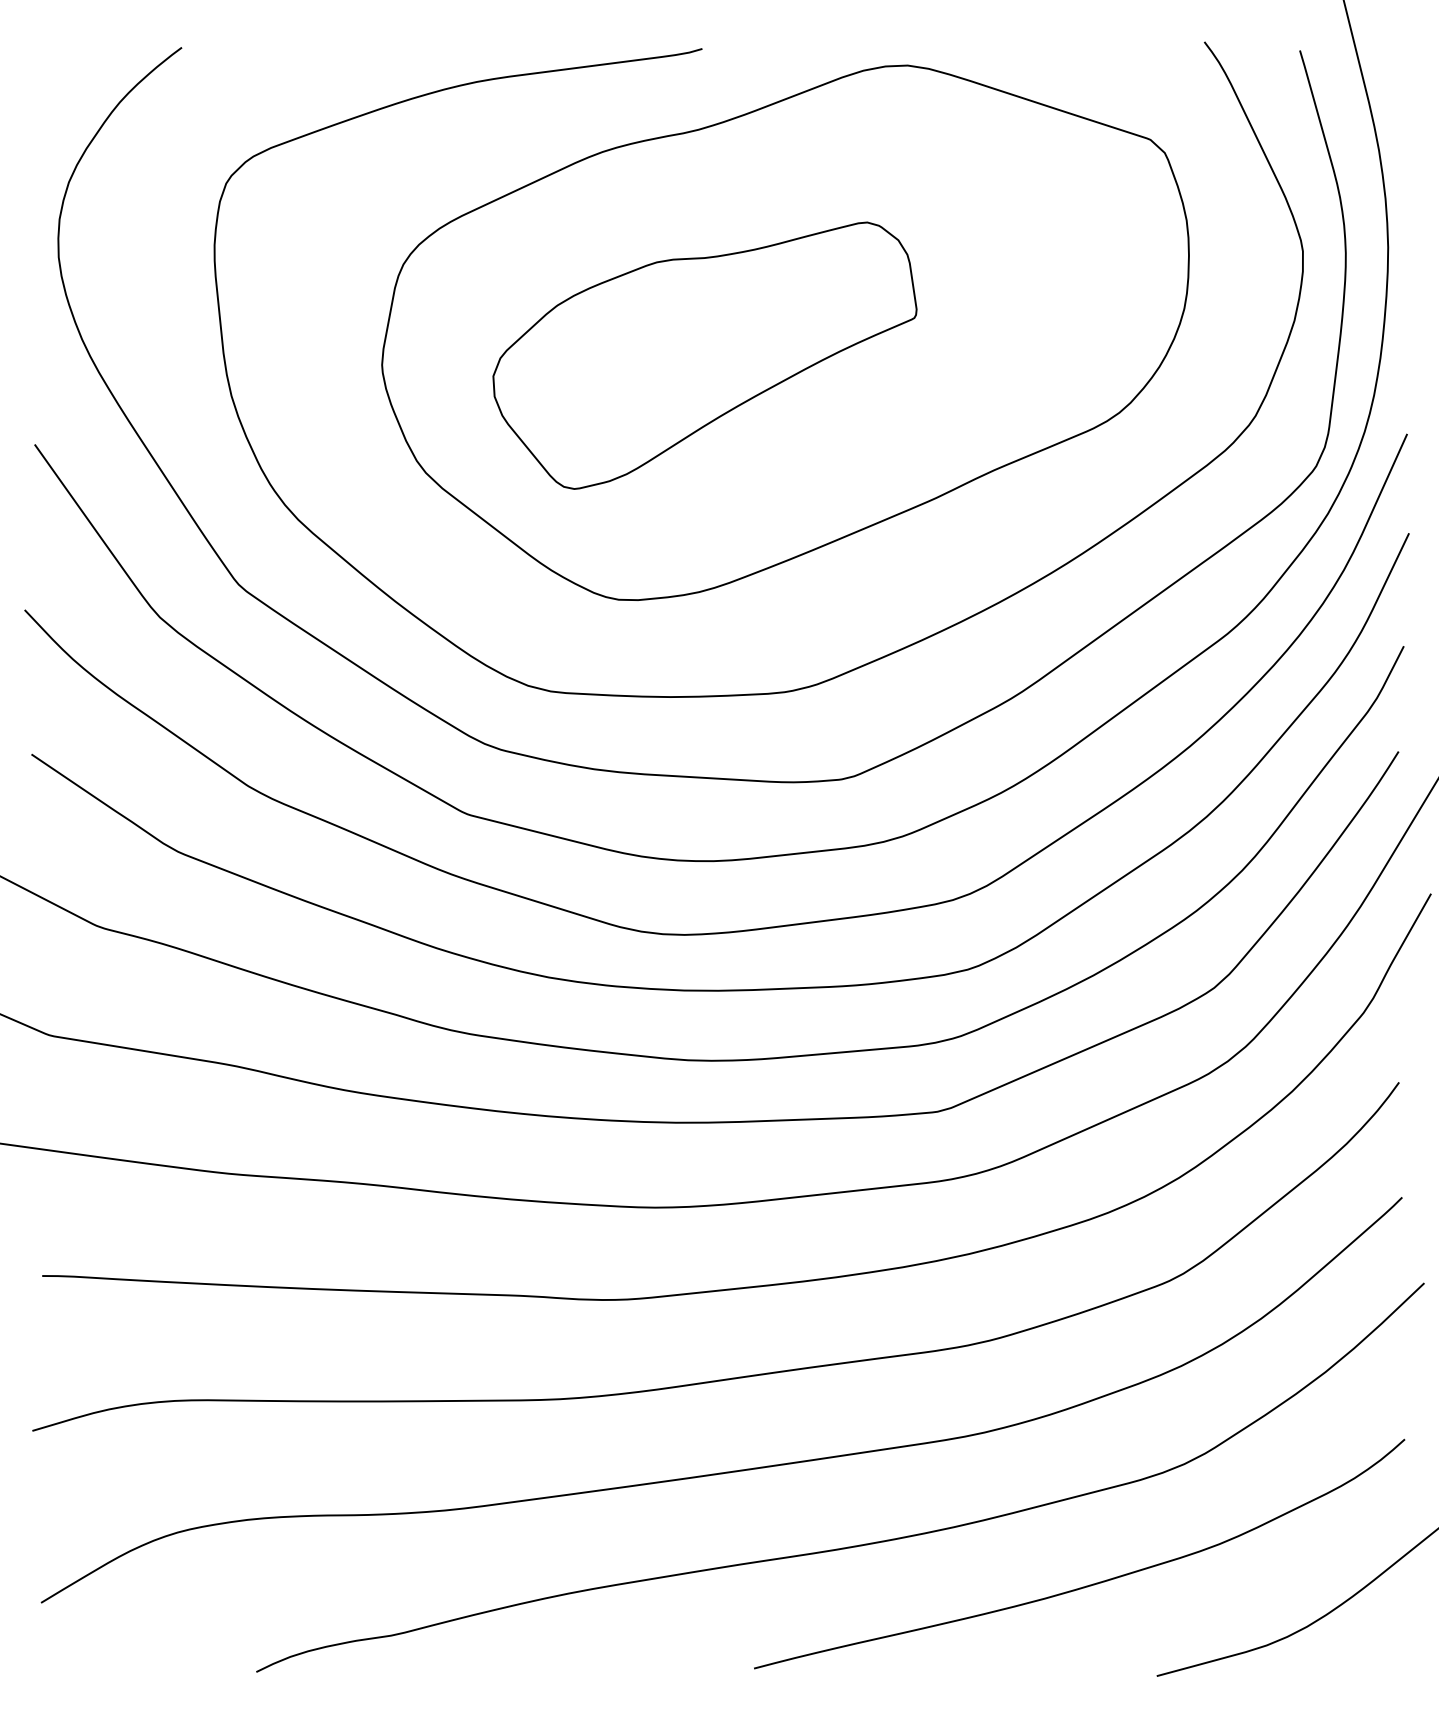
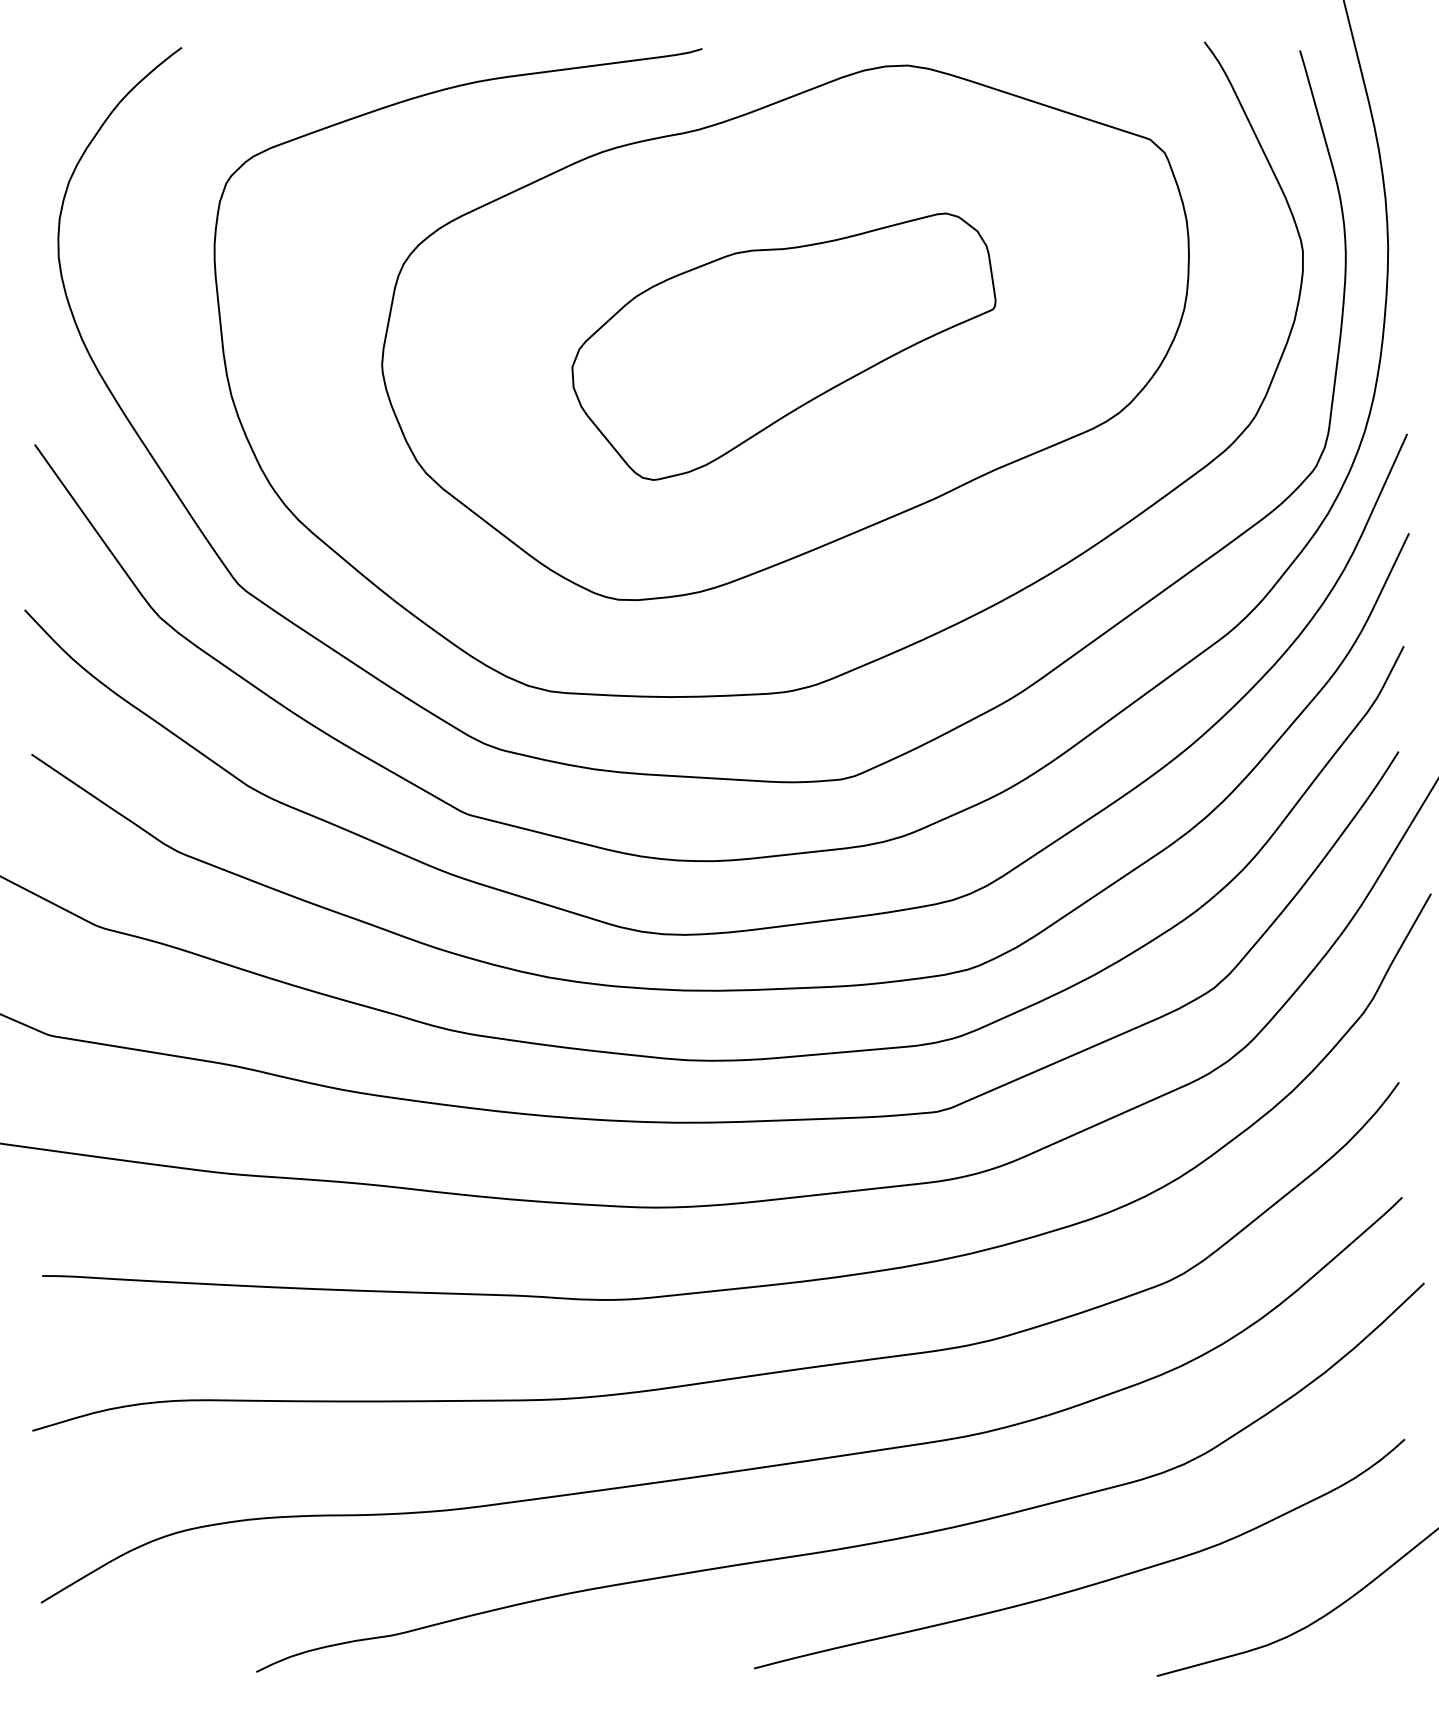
part at (704, 355) position: (704, 355) -> (783, 346)
